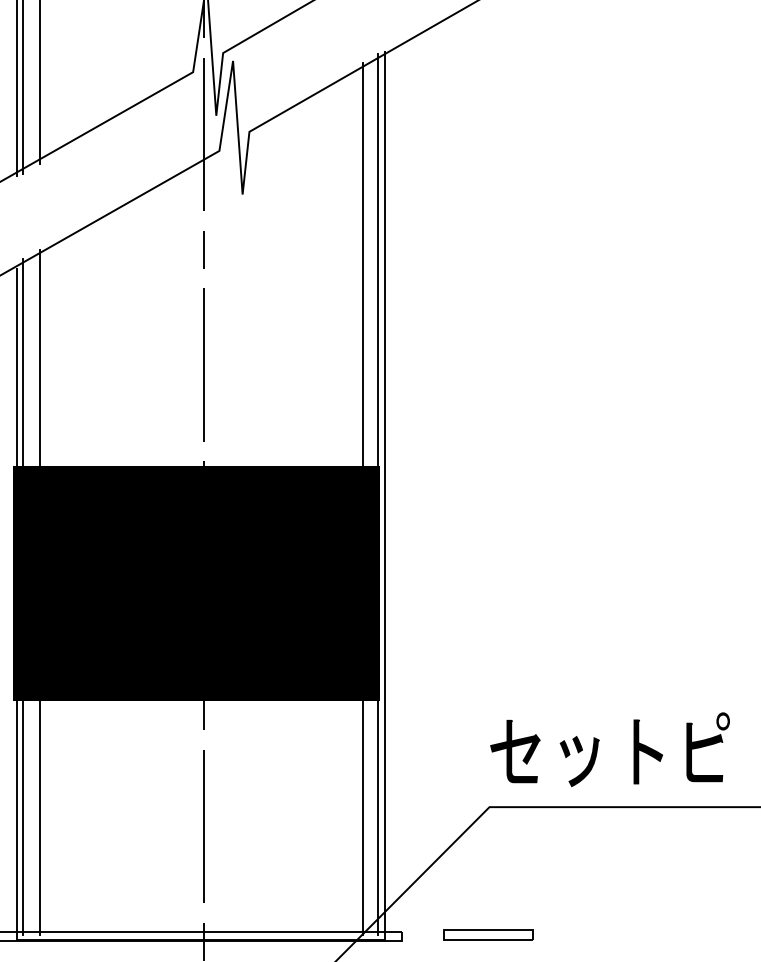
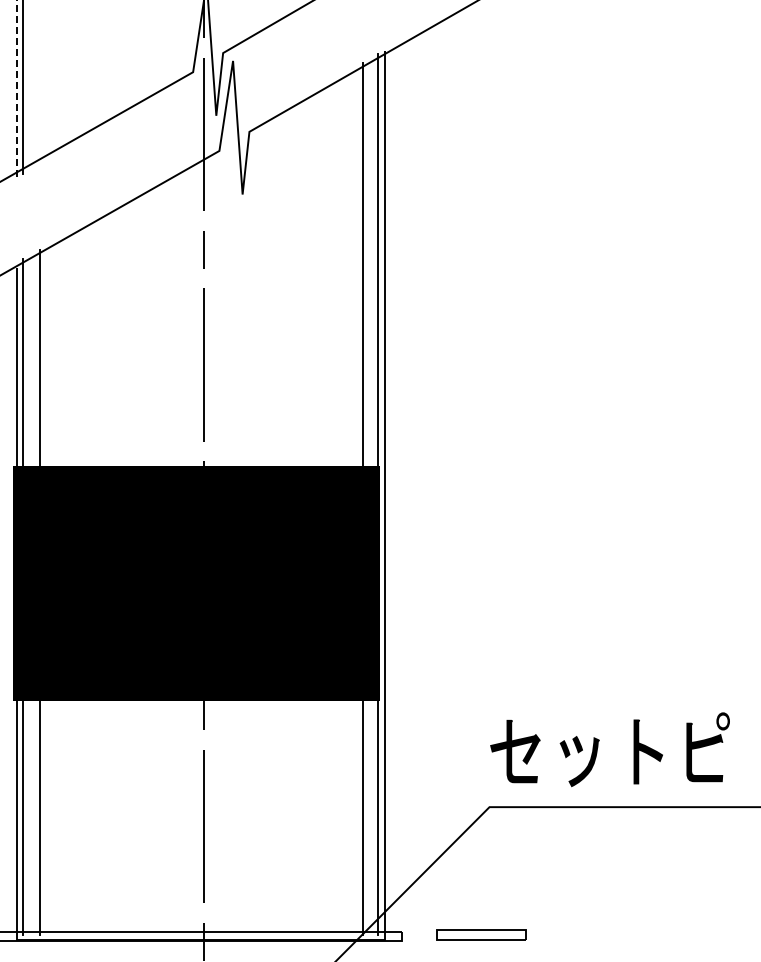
line at (39, 83): present -> none
line at (17, 88): solid -> dashed
part at (488, 934) position: (488, 934) -> (481, 934)
